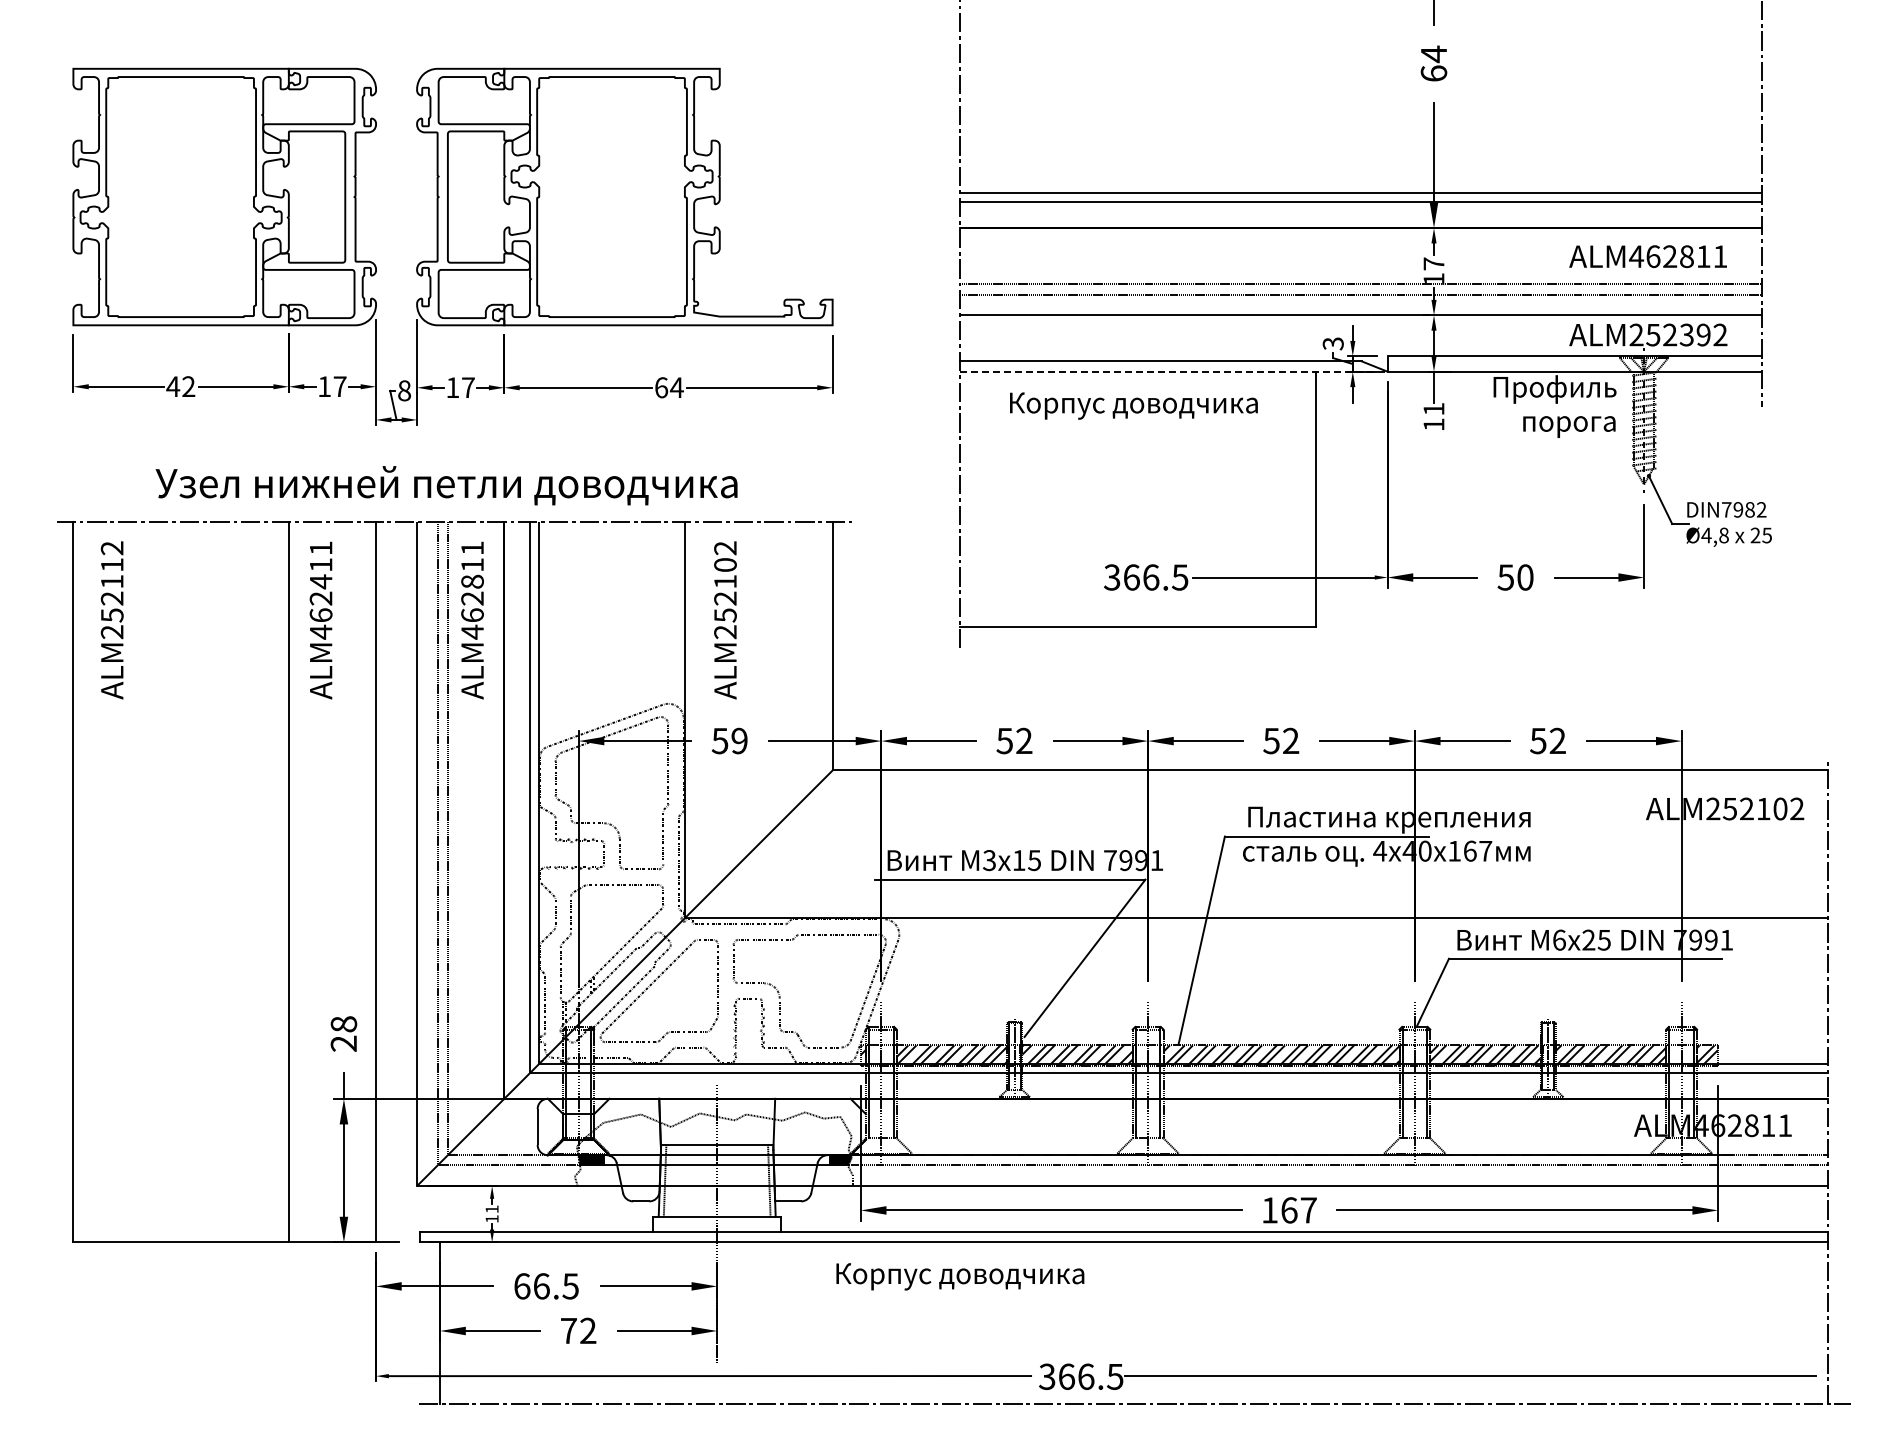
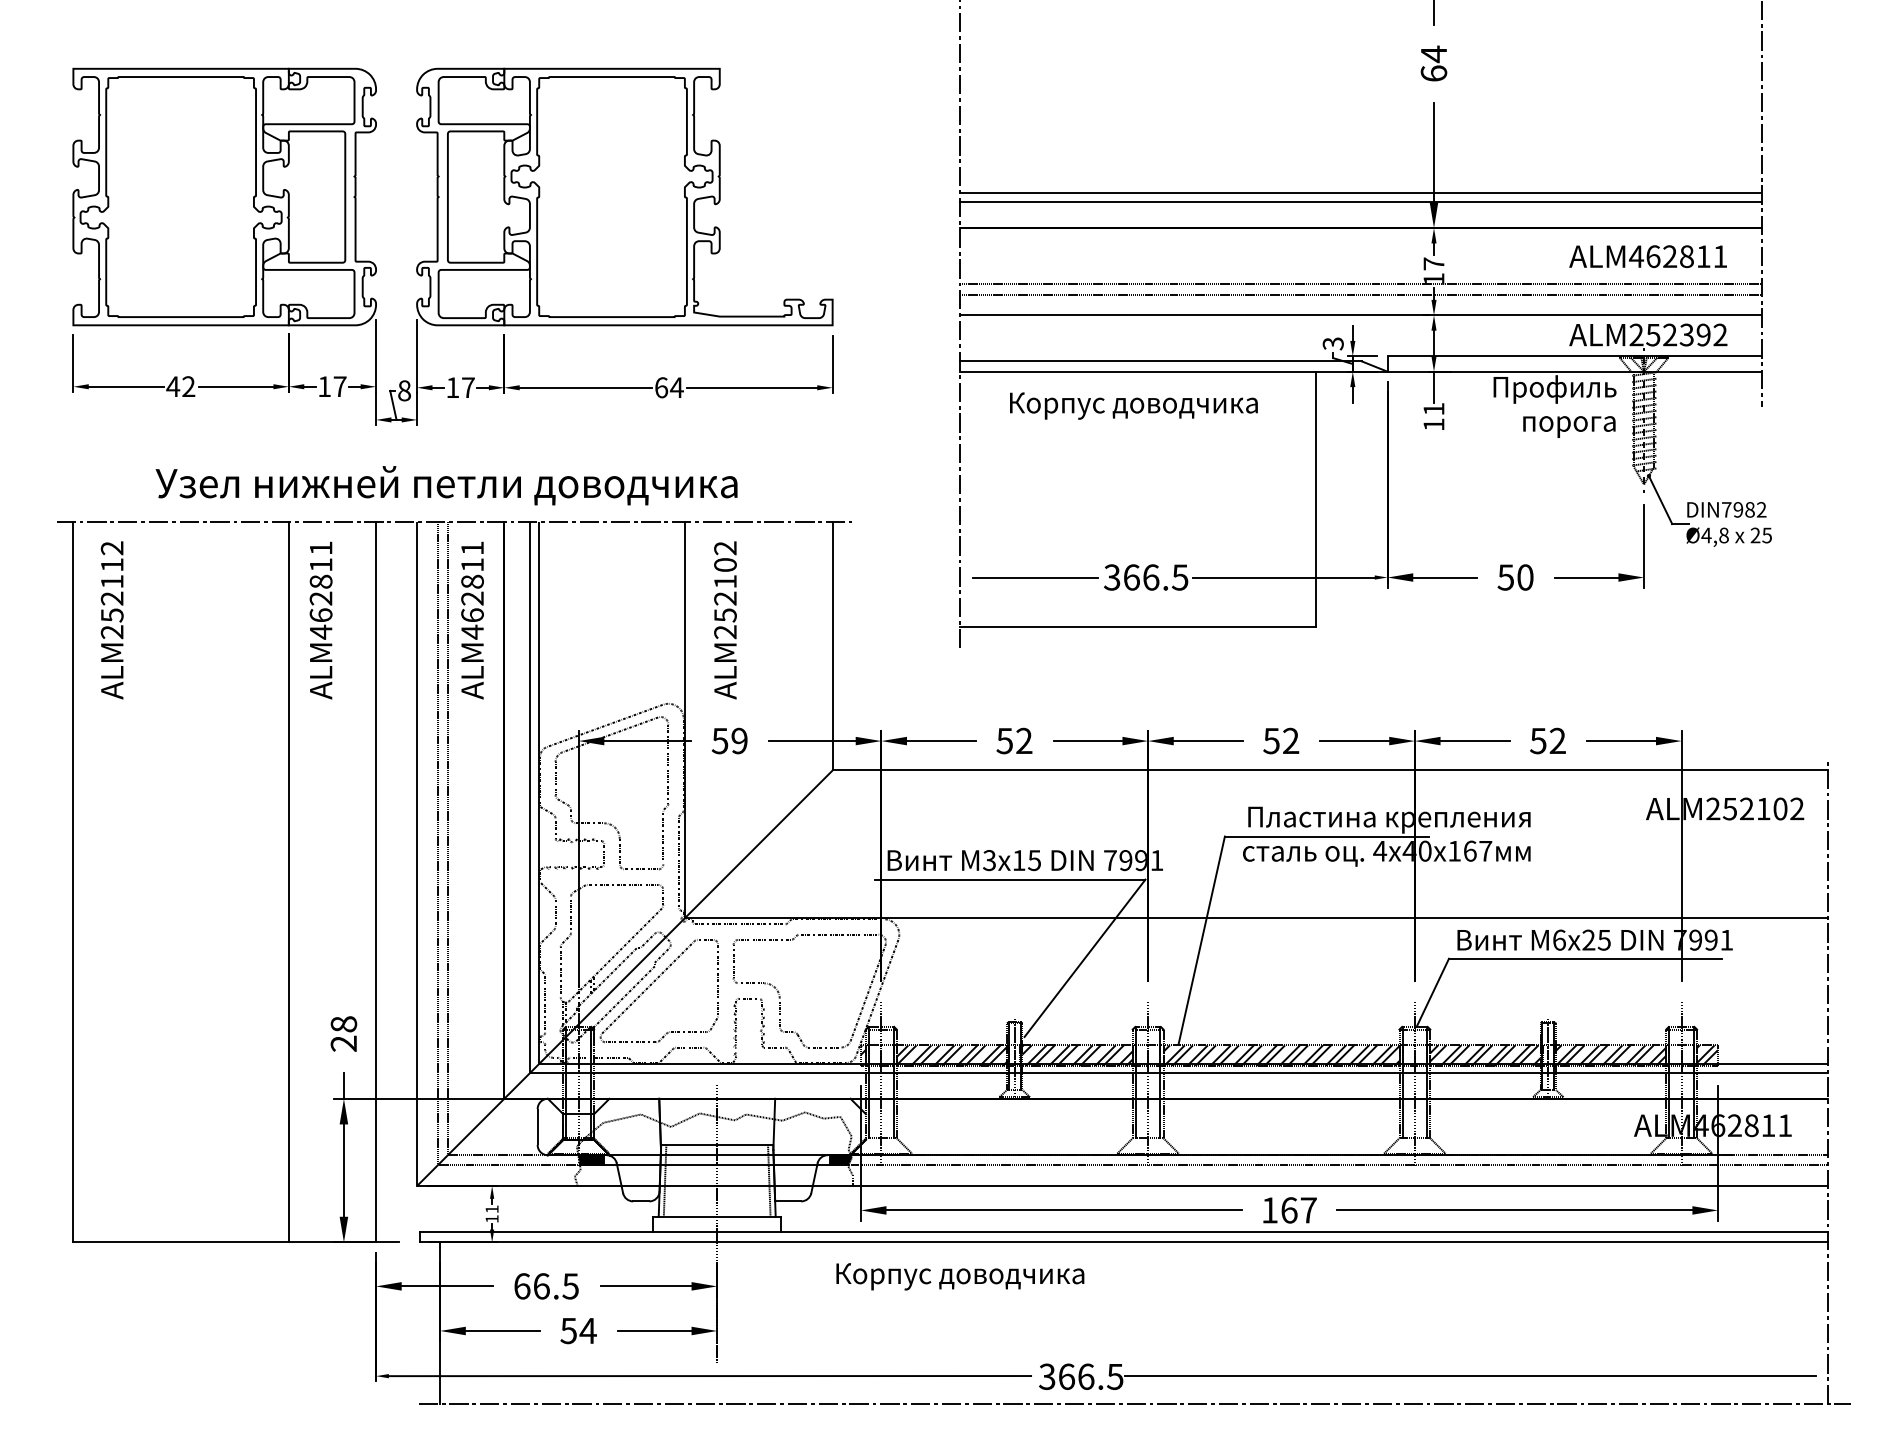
line at (1173, 371): dashed -> solid
line at (1034, 577): none -> present
text at (320, 581): ALM462411 -> ALM462811
text at (578, 1330): 72 -> 54
